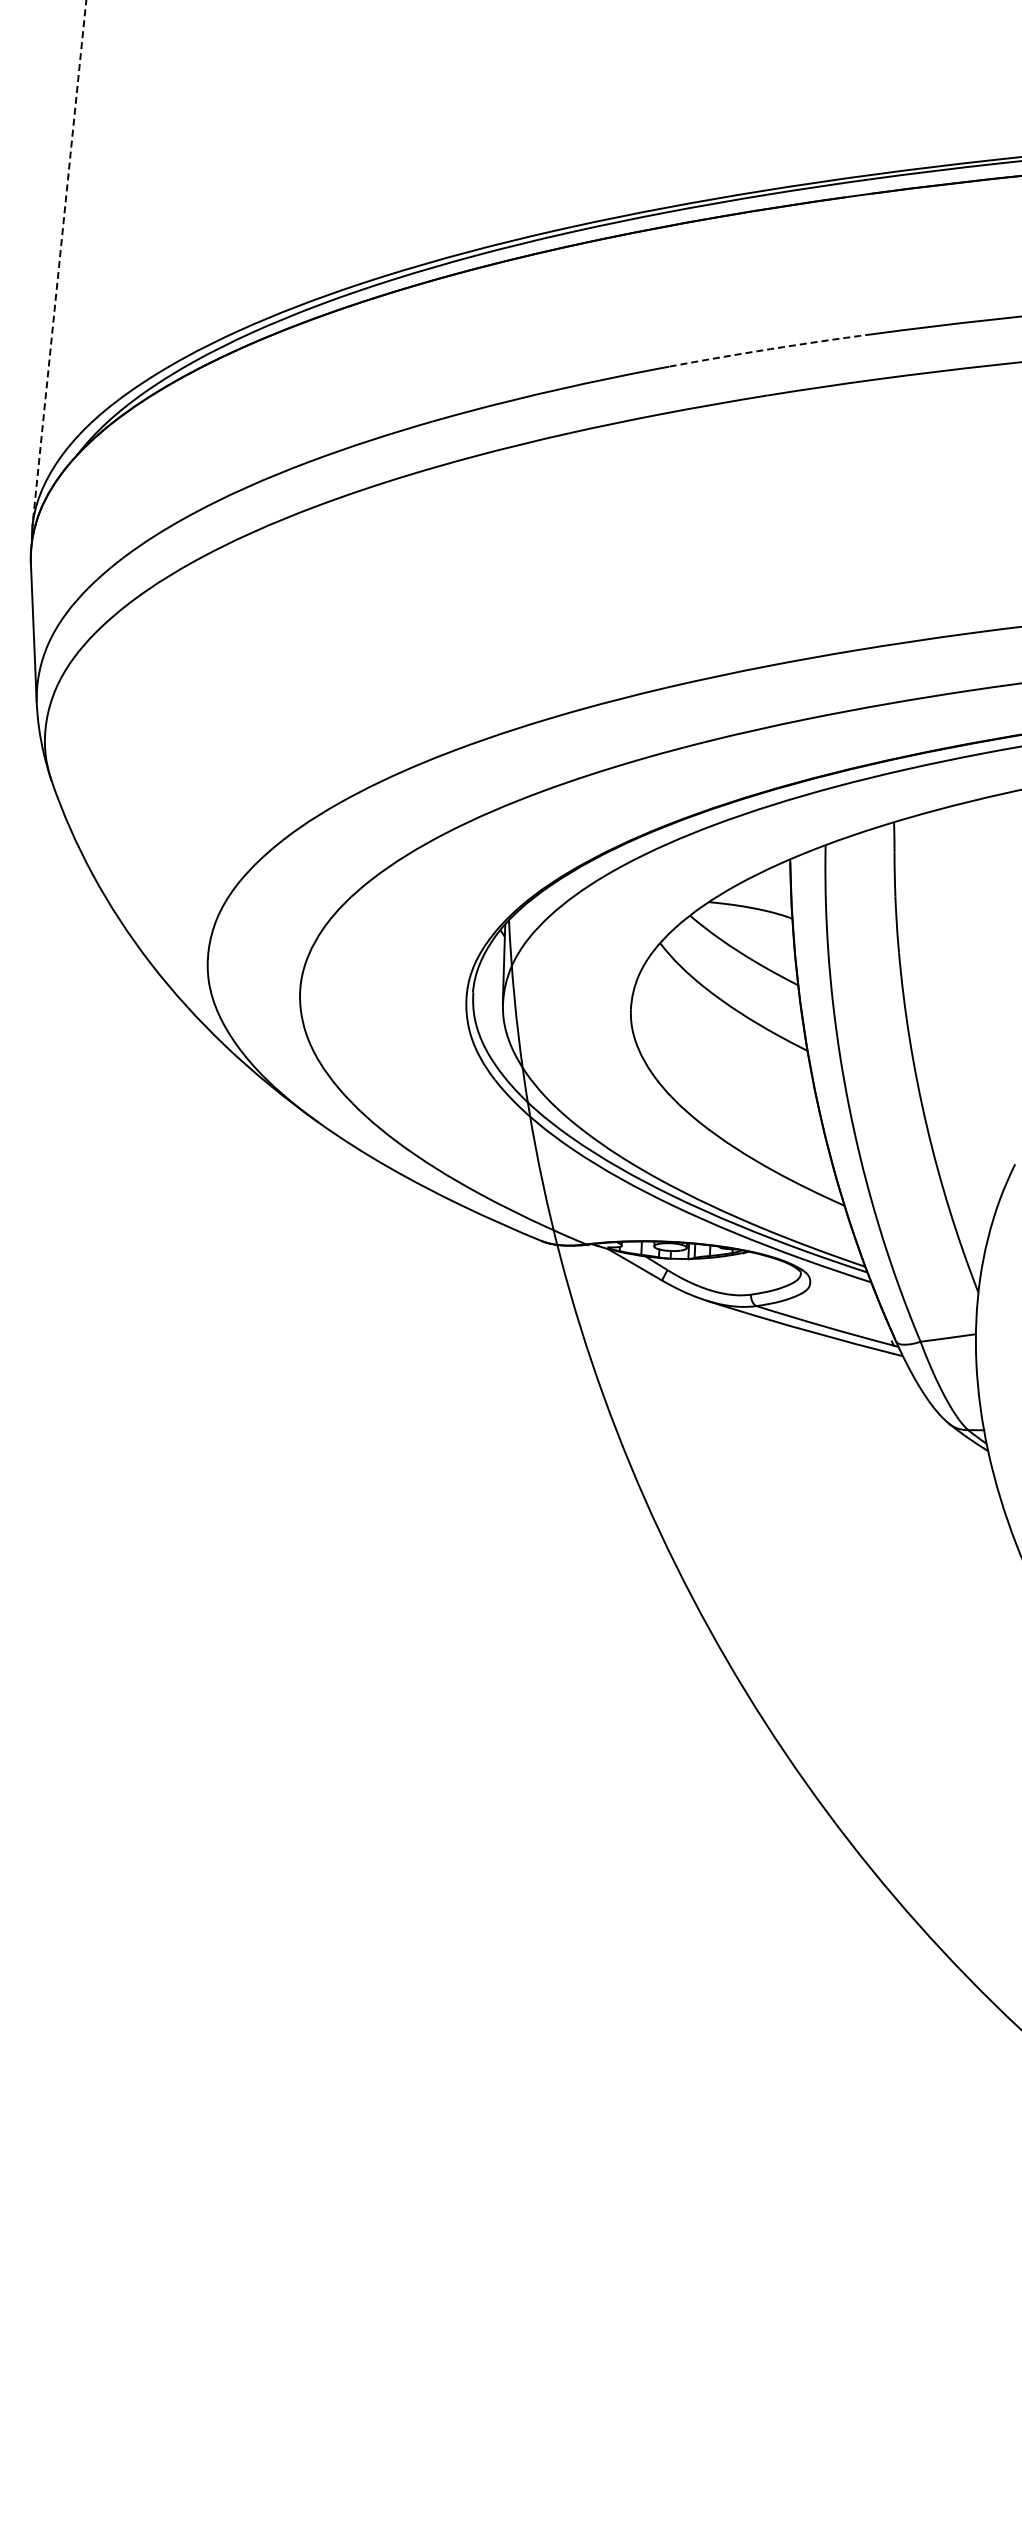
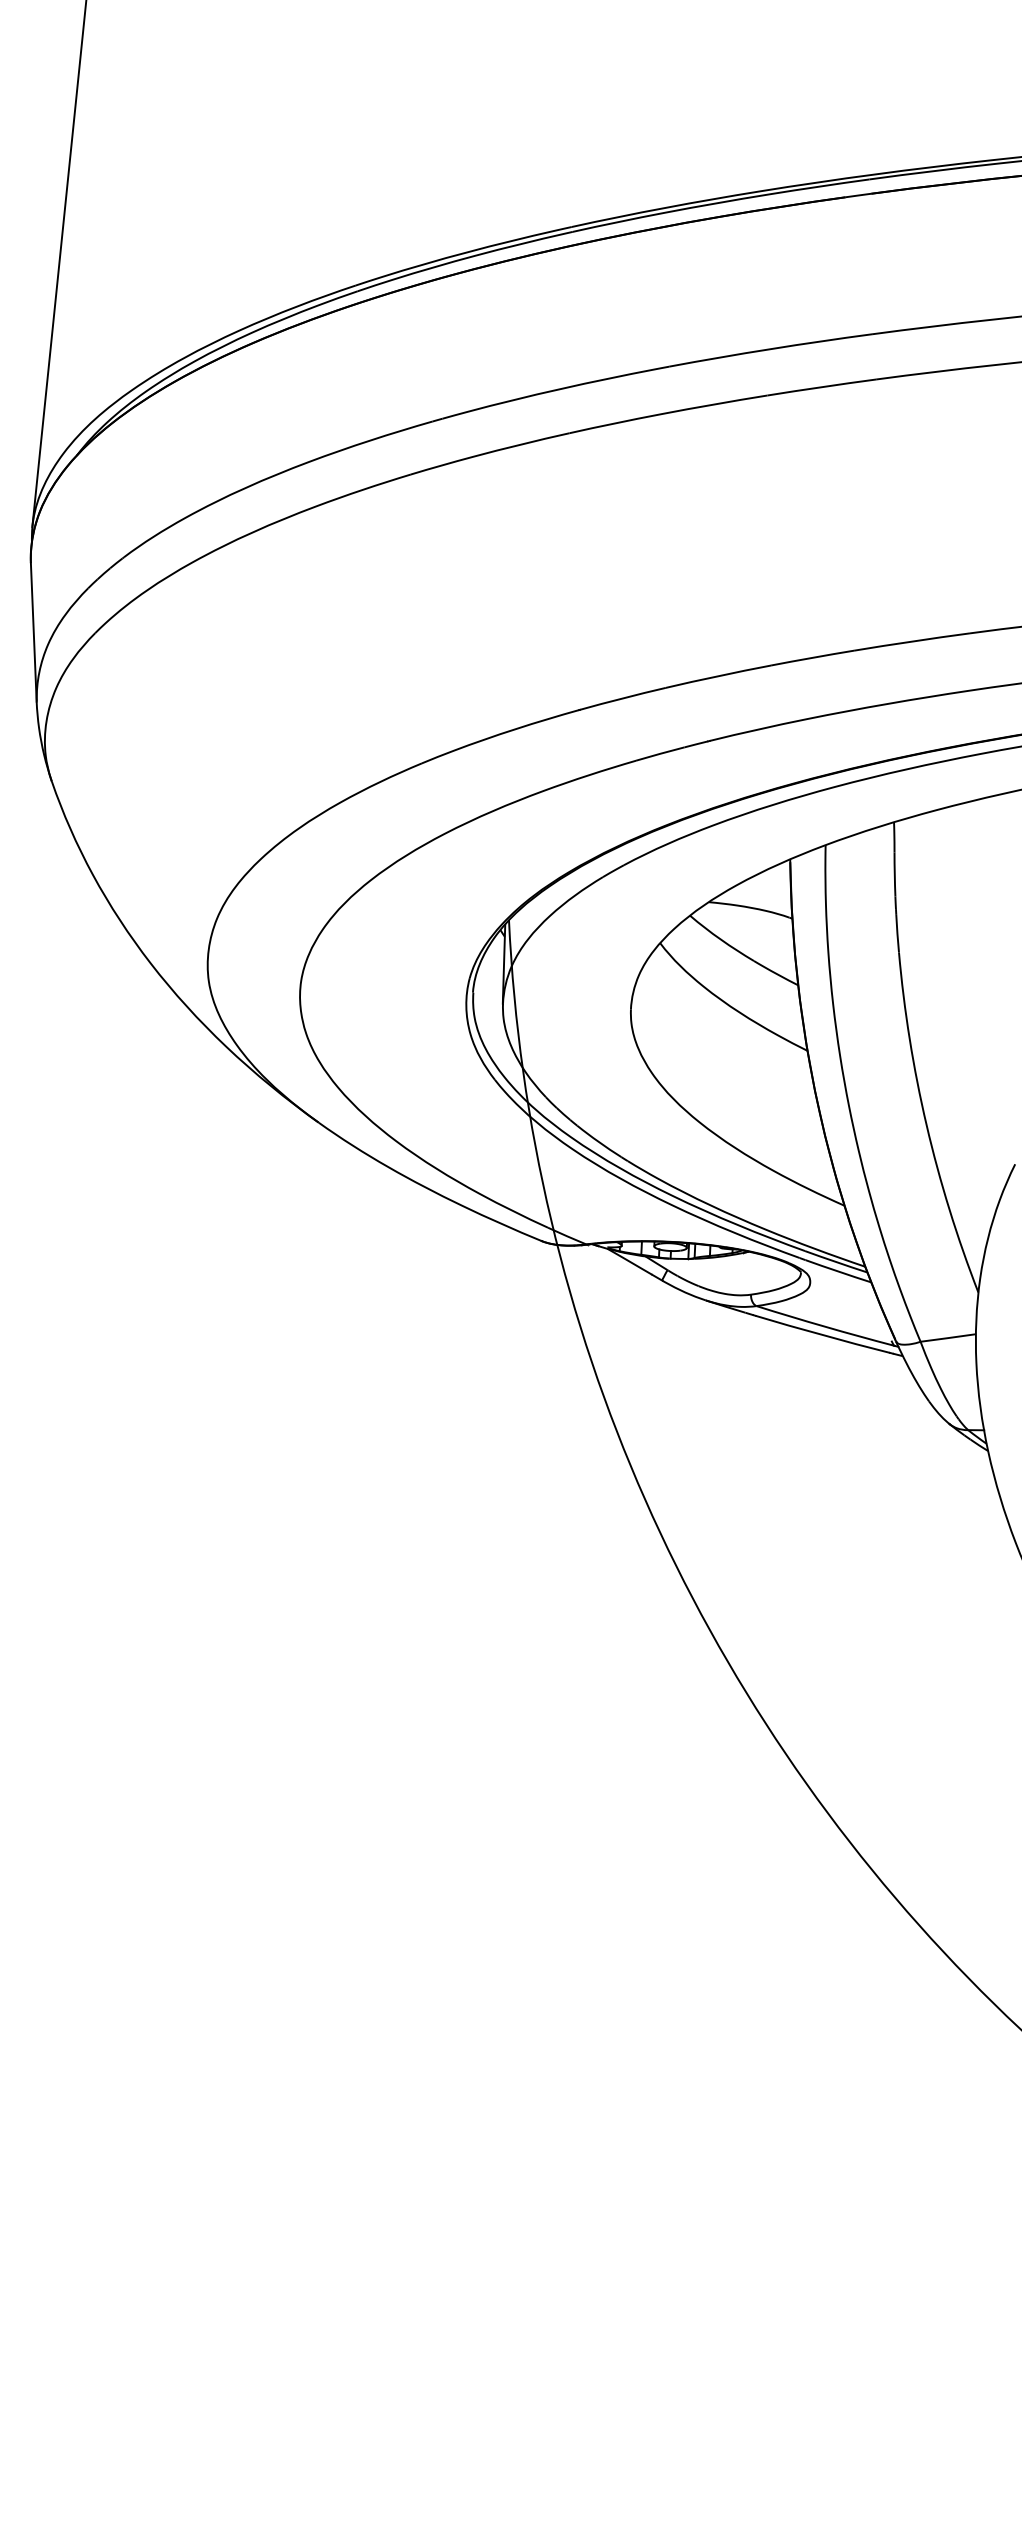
line at (59, 263): dashed -> solid
arc at (770, 349): dashed -> solid
